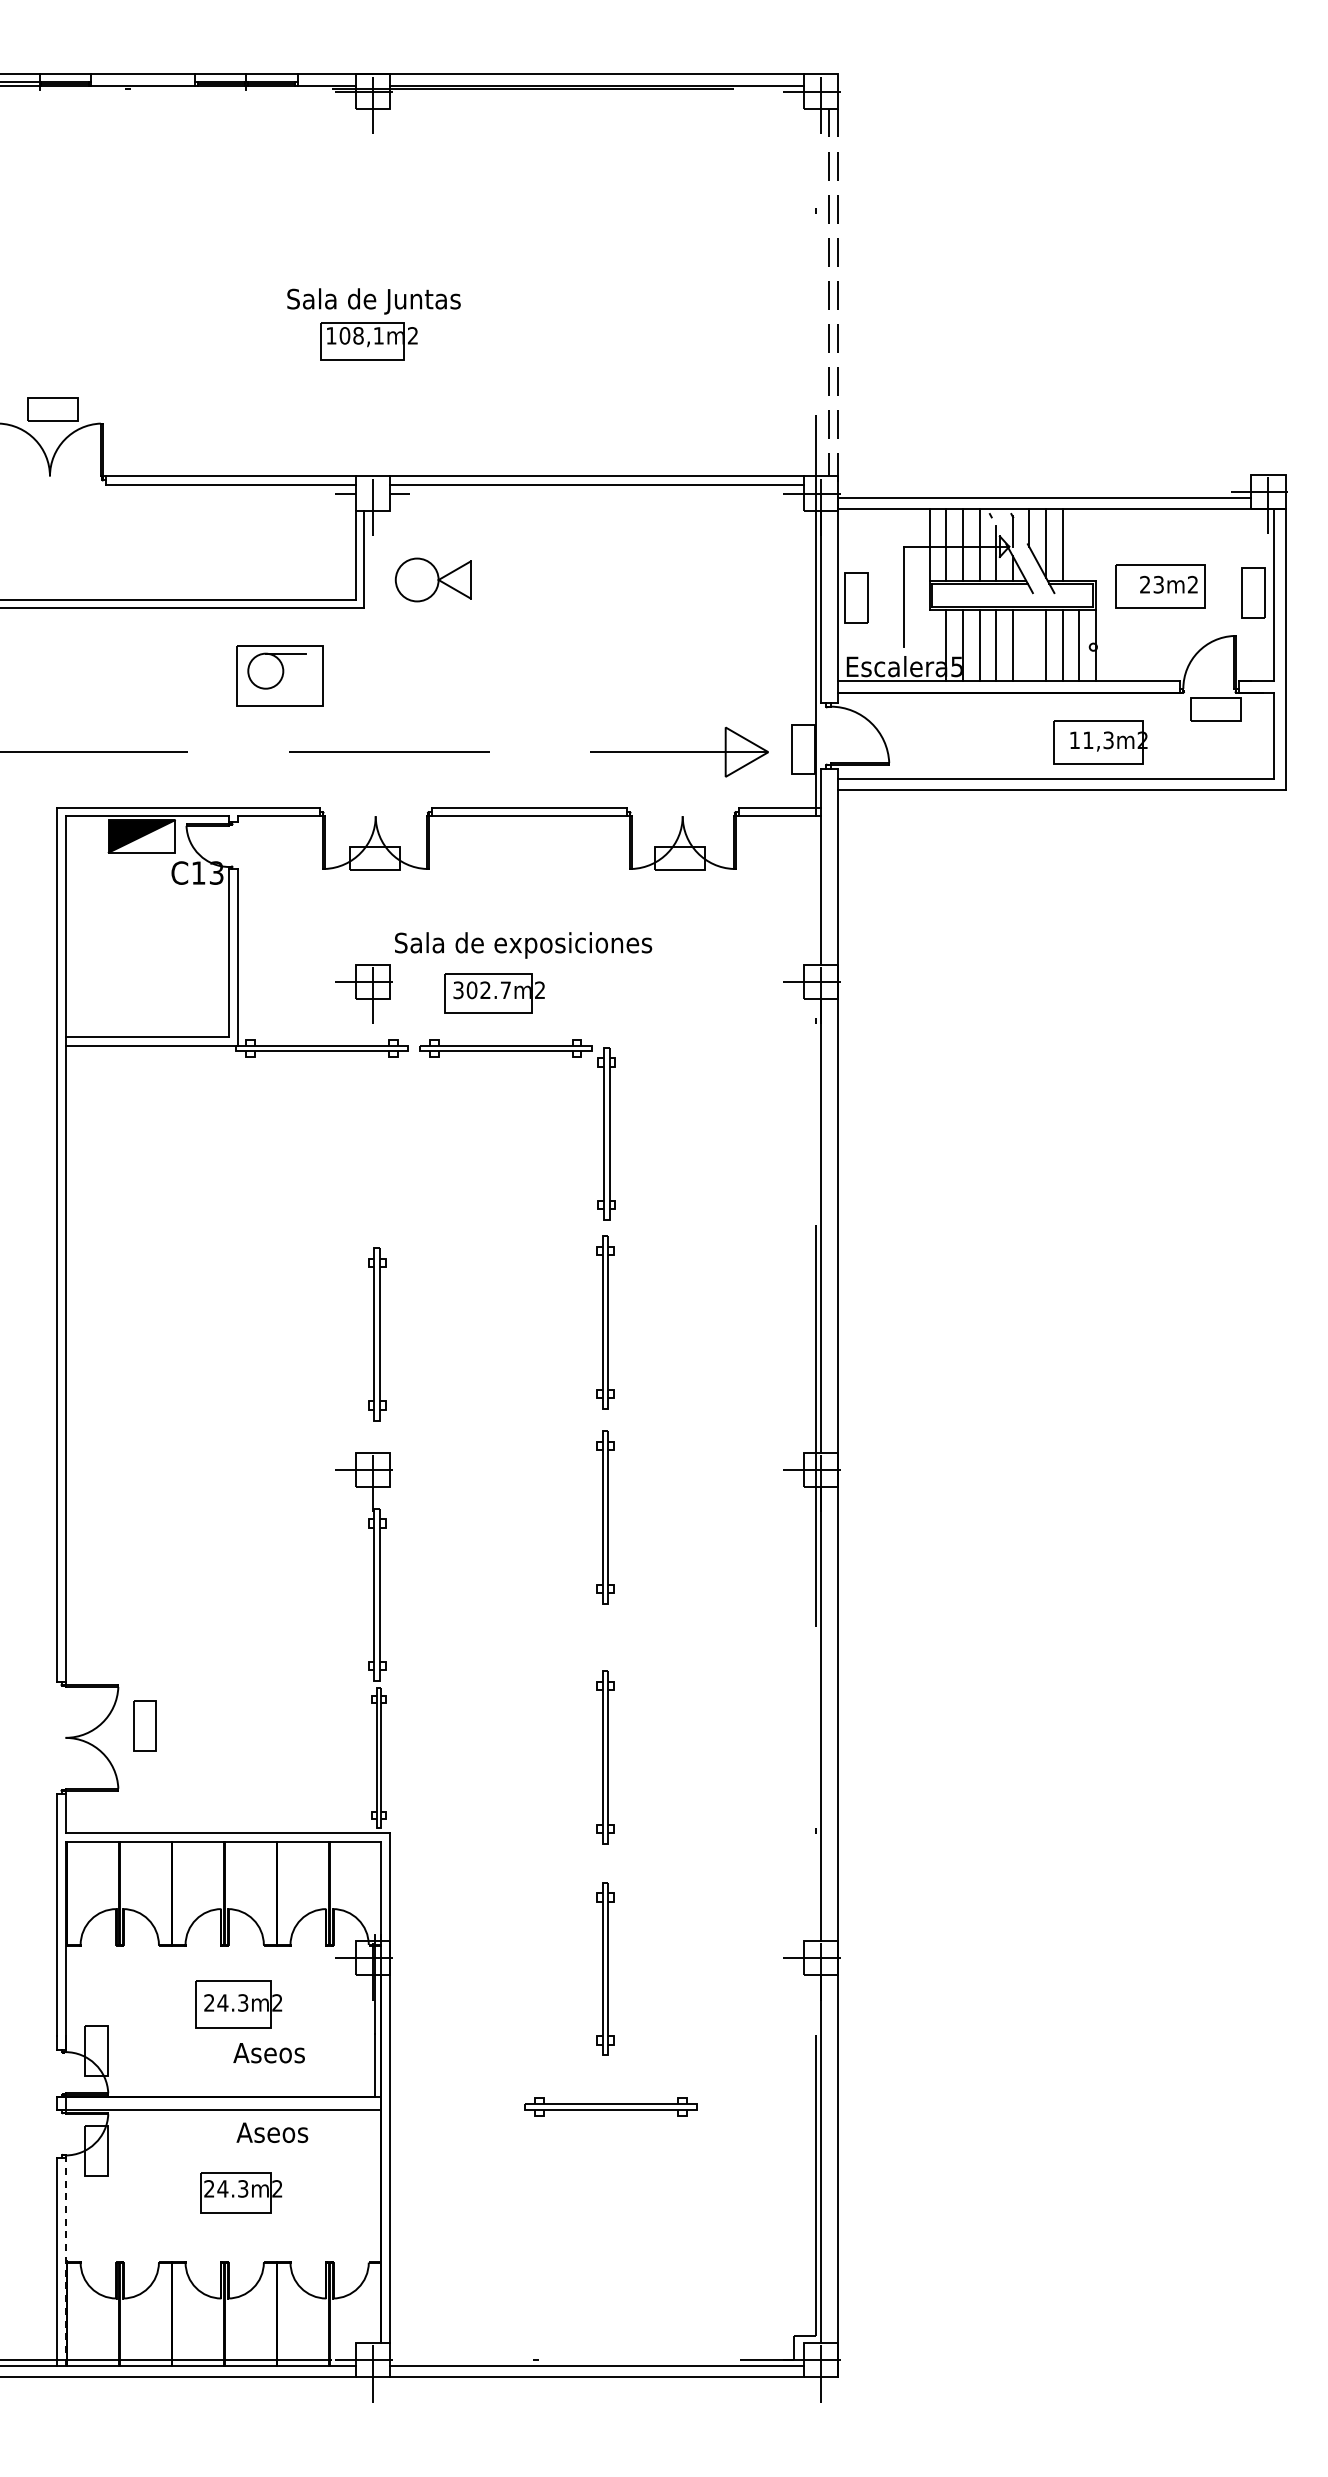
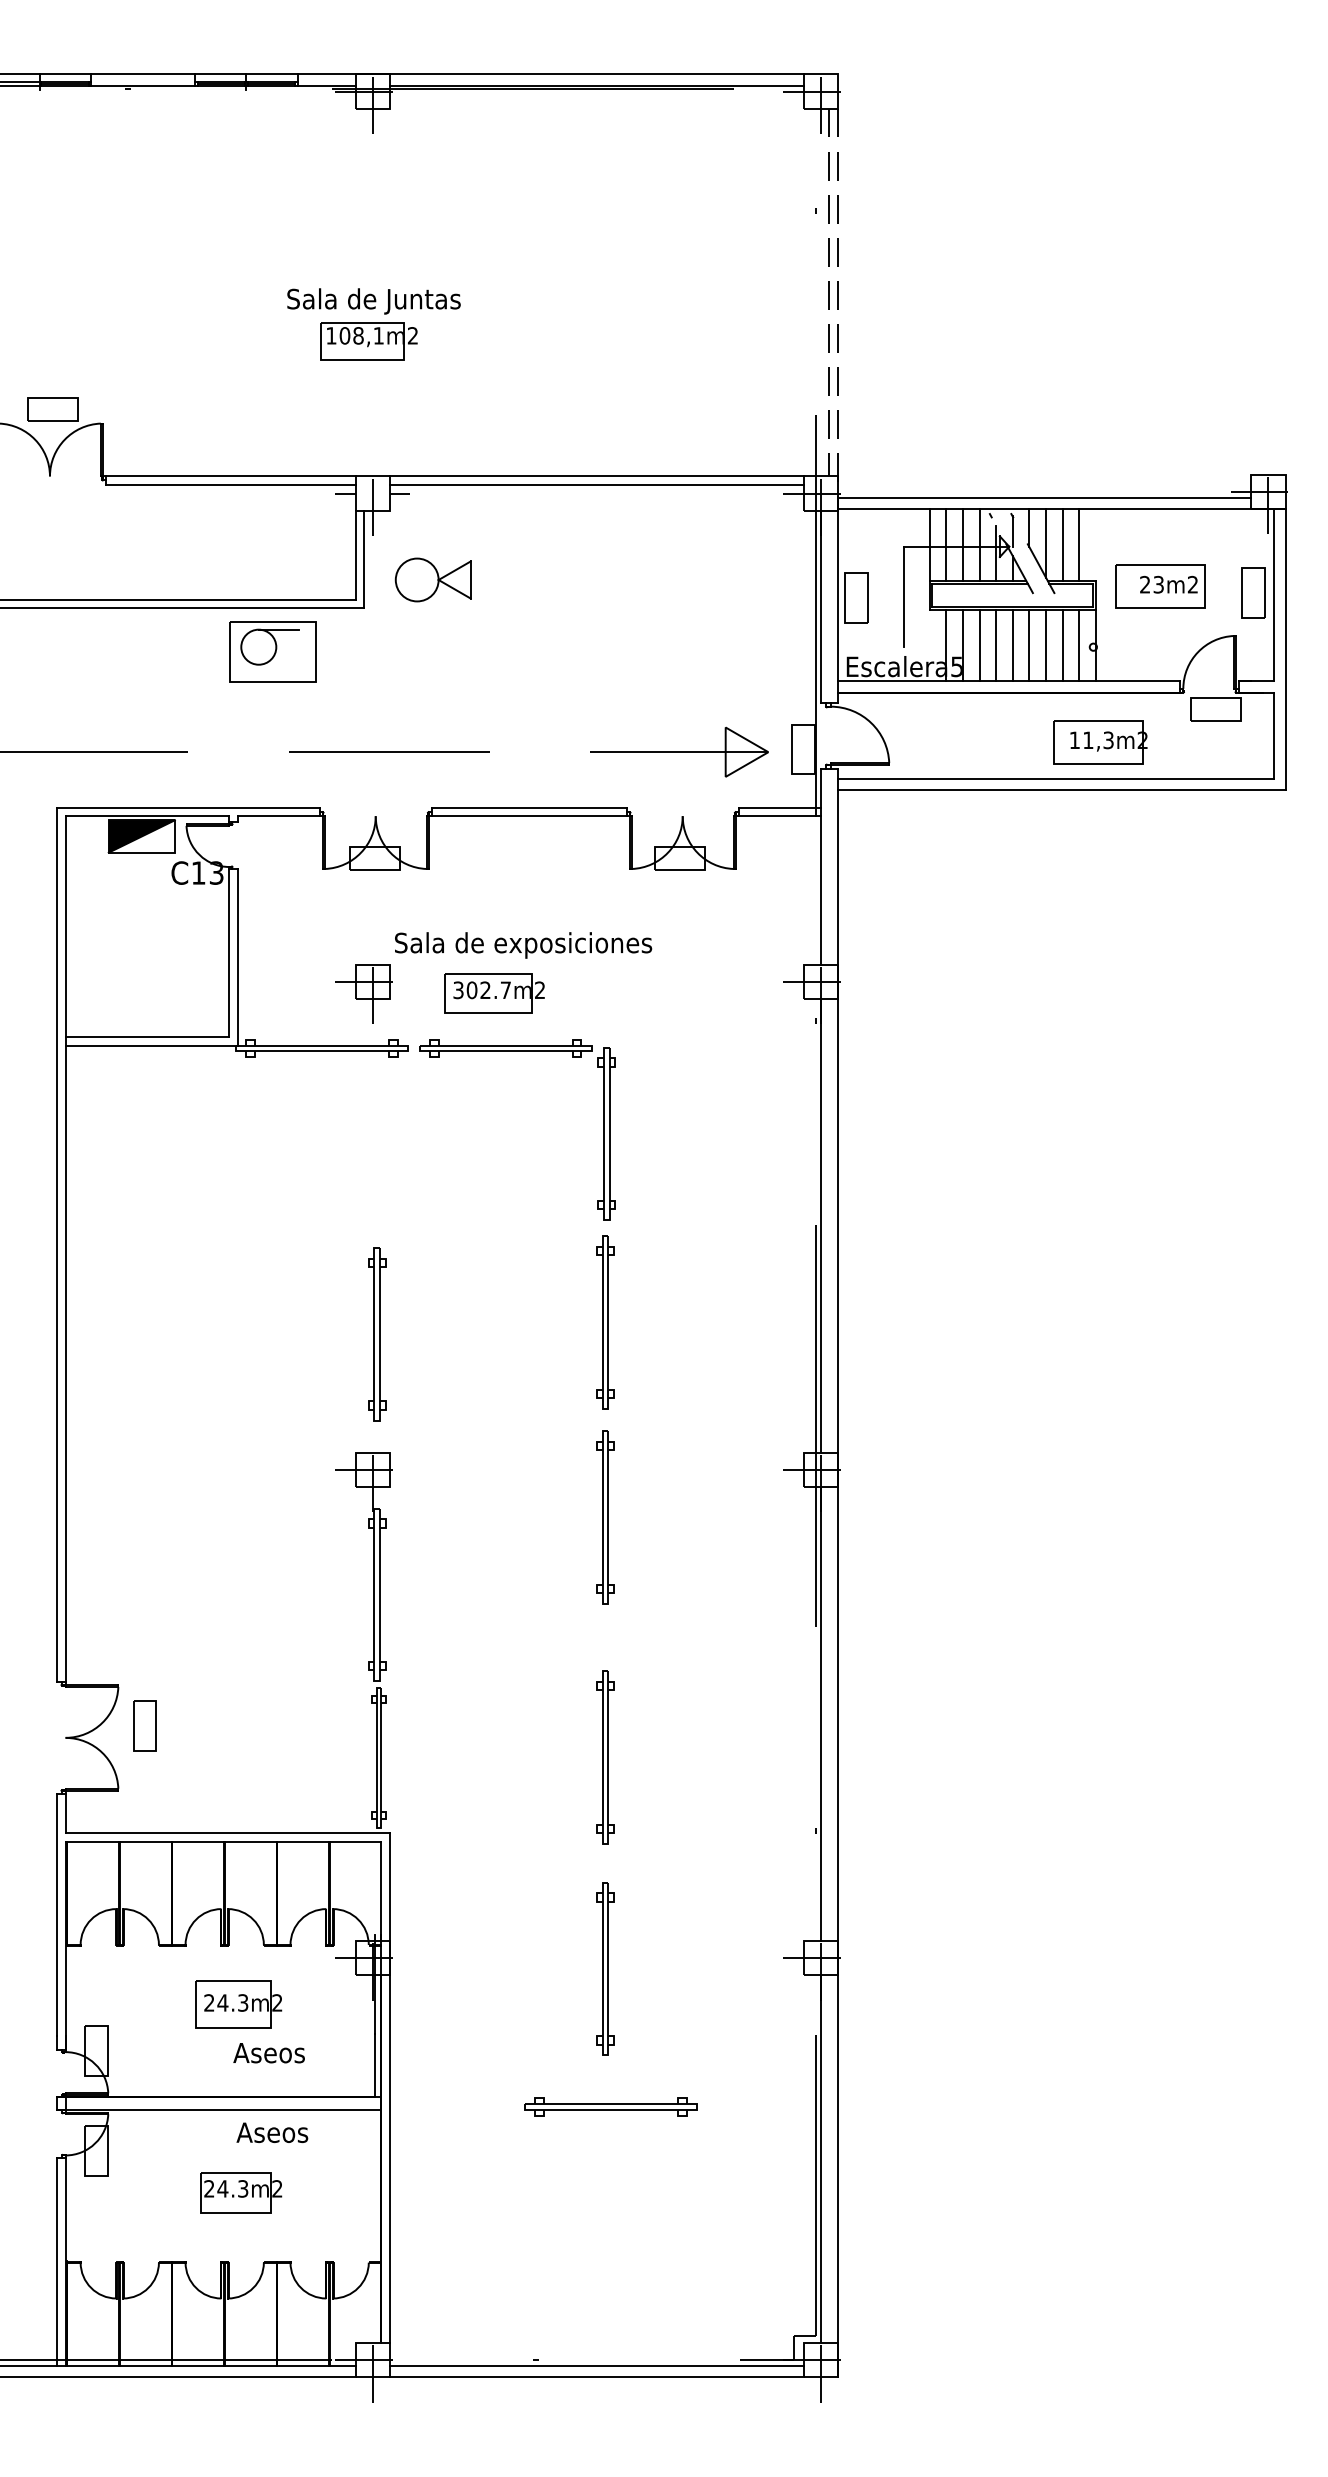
line at (1079, 544): none -> present
line at (1029, 645): none -> present
part at (279, 675) position: (279, 675) -> (272, 651)
line at (65, 2261): dashed -> solid
